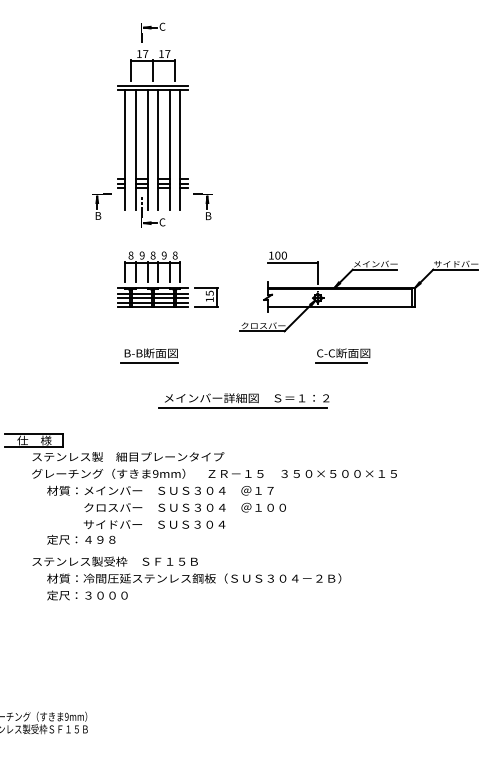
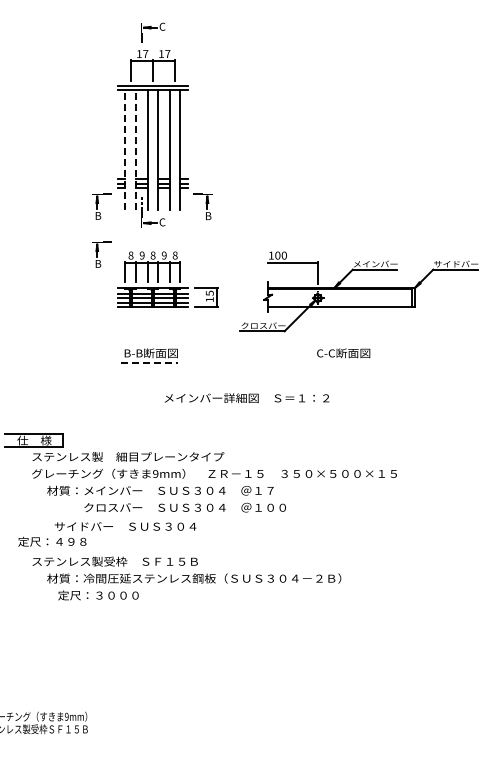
line at (125, 149): solid -> dashed
line at (135, 149): solid -> dashed
part at (101, 254): none -> present
line at (149, 362): solid -> dashed
line at (341, 362): present -> none
line at (243, 407): present -> none
text at (136, 532) position: (136, 532) -> (107, 534)
text at (87, 595) position: (87, 595) -> (98, 595)
